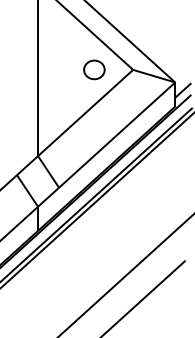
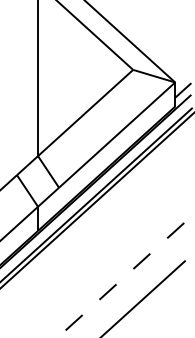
part at (94, 69): present -> none
line at (126, 275): solid -> dashed
